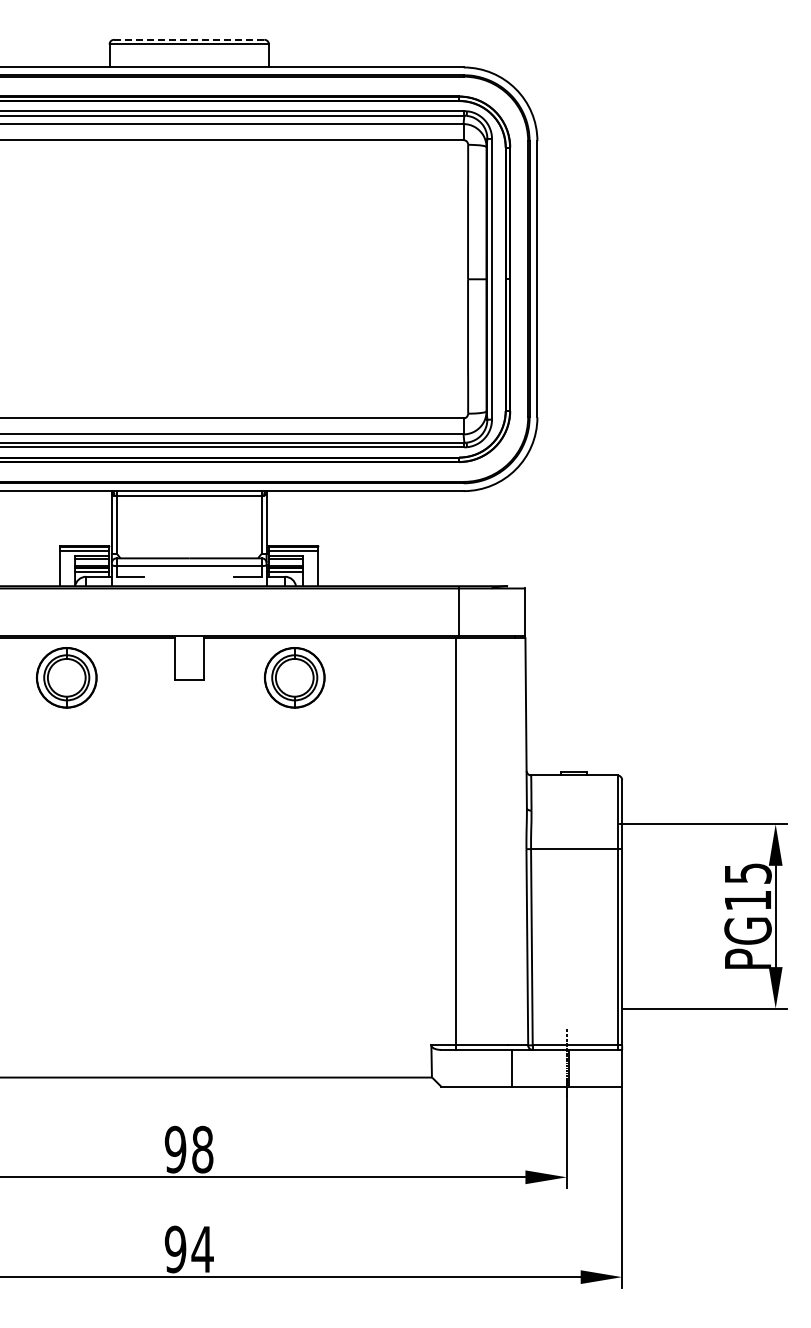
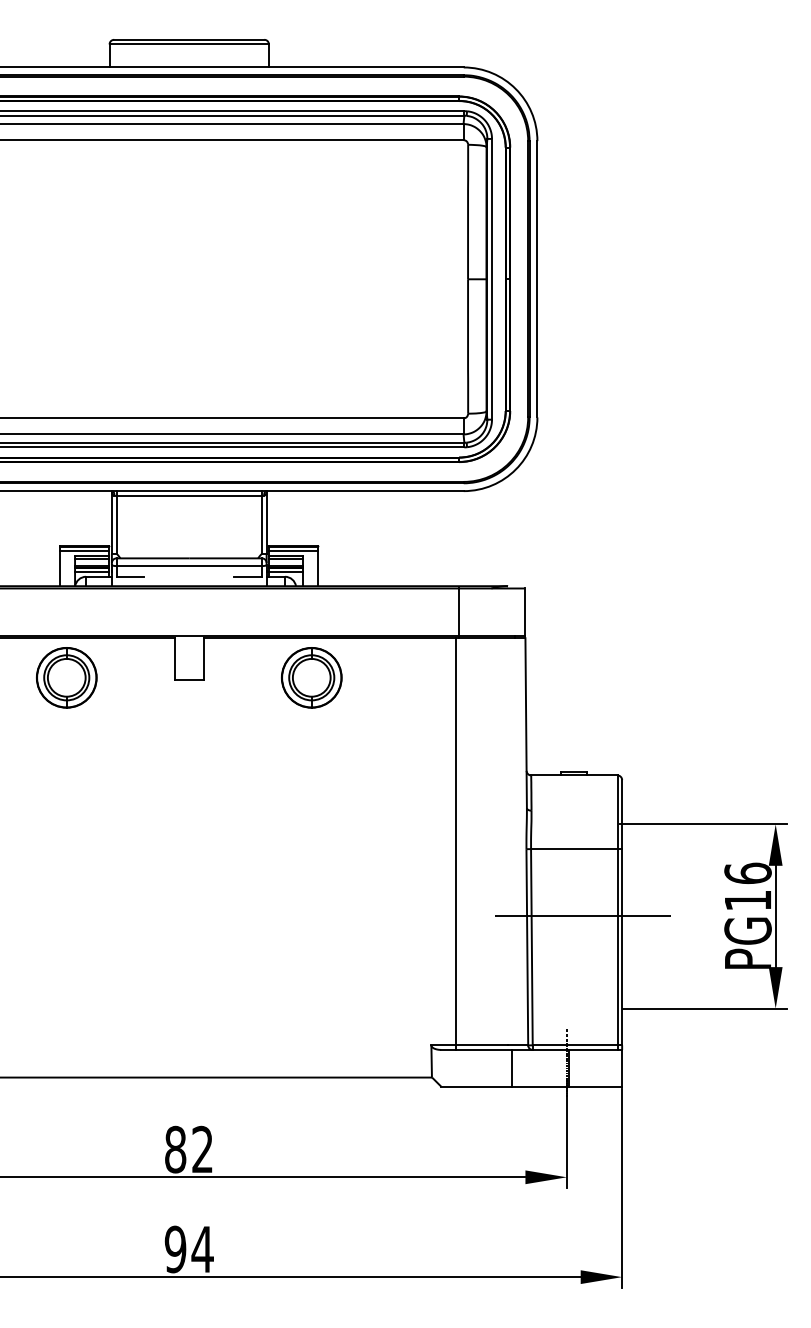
line at (189, 39): dashed -> solid
part at (294, 677) position: (294, 677) -> (311, 677)
text at (747, 873): PG15 -> PG16
line at (582, 916): none -> present
text at (188, 1149): 98 -> 82
